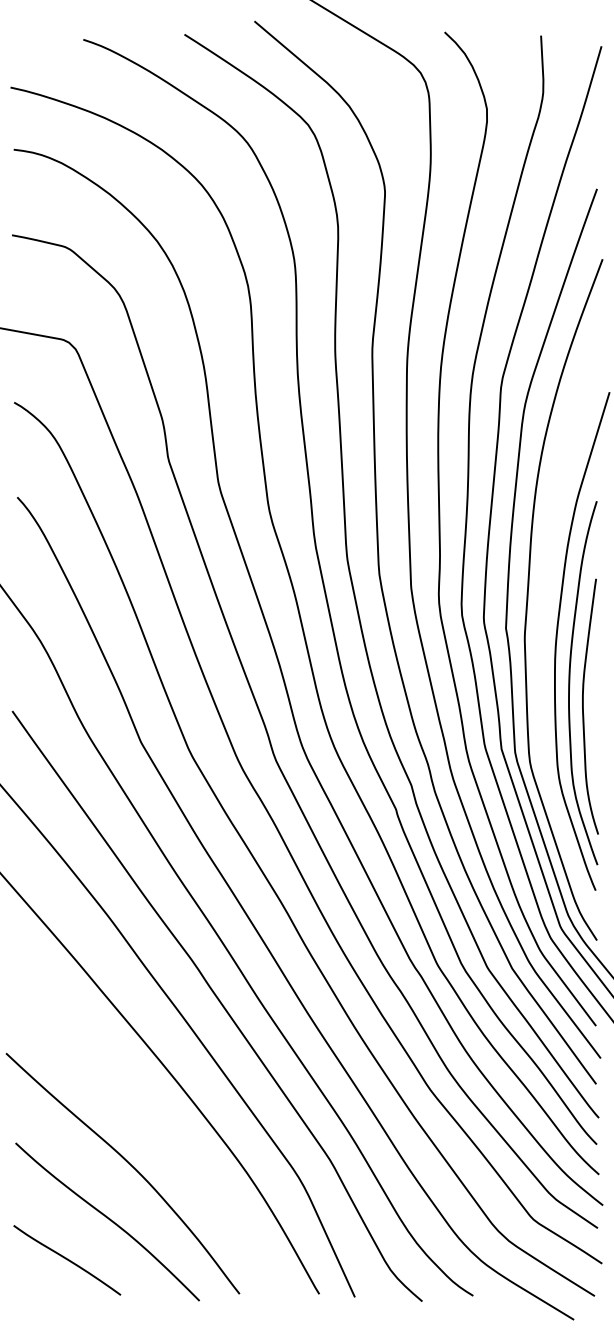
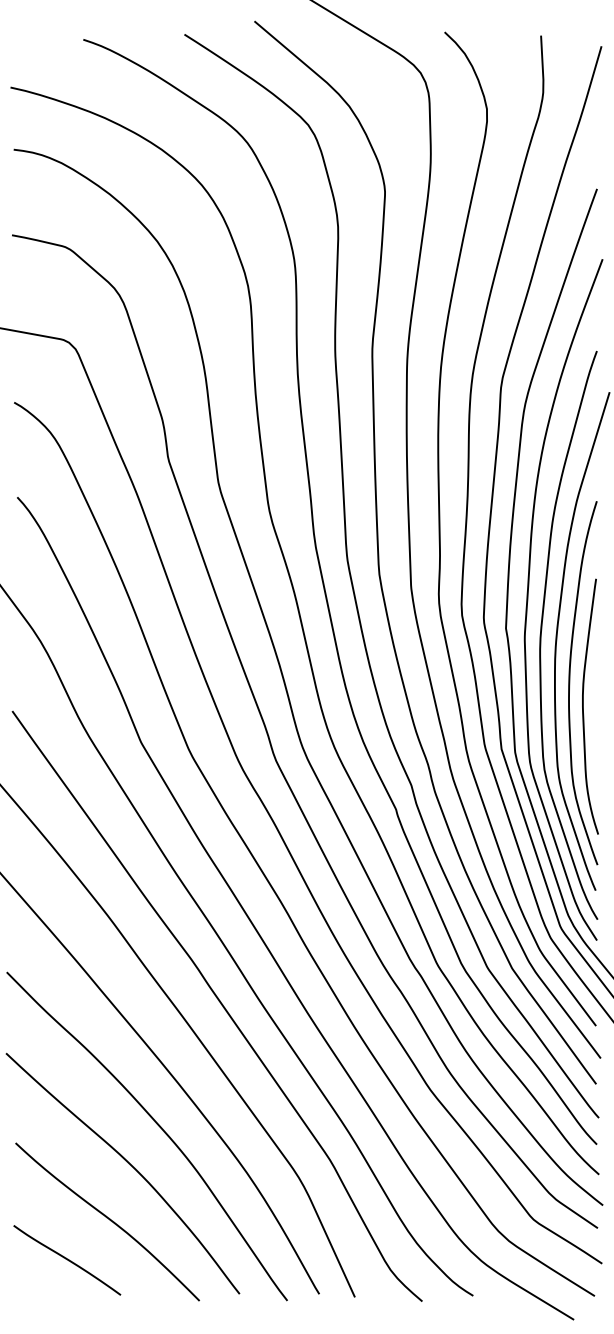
curve at (542, 629): none -> present
curve at (157, 1125): none -> present
